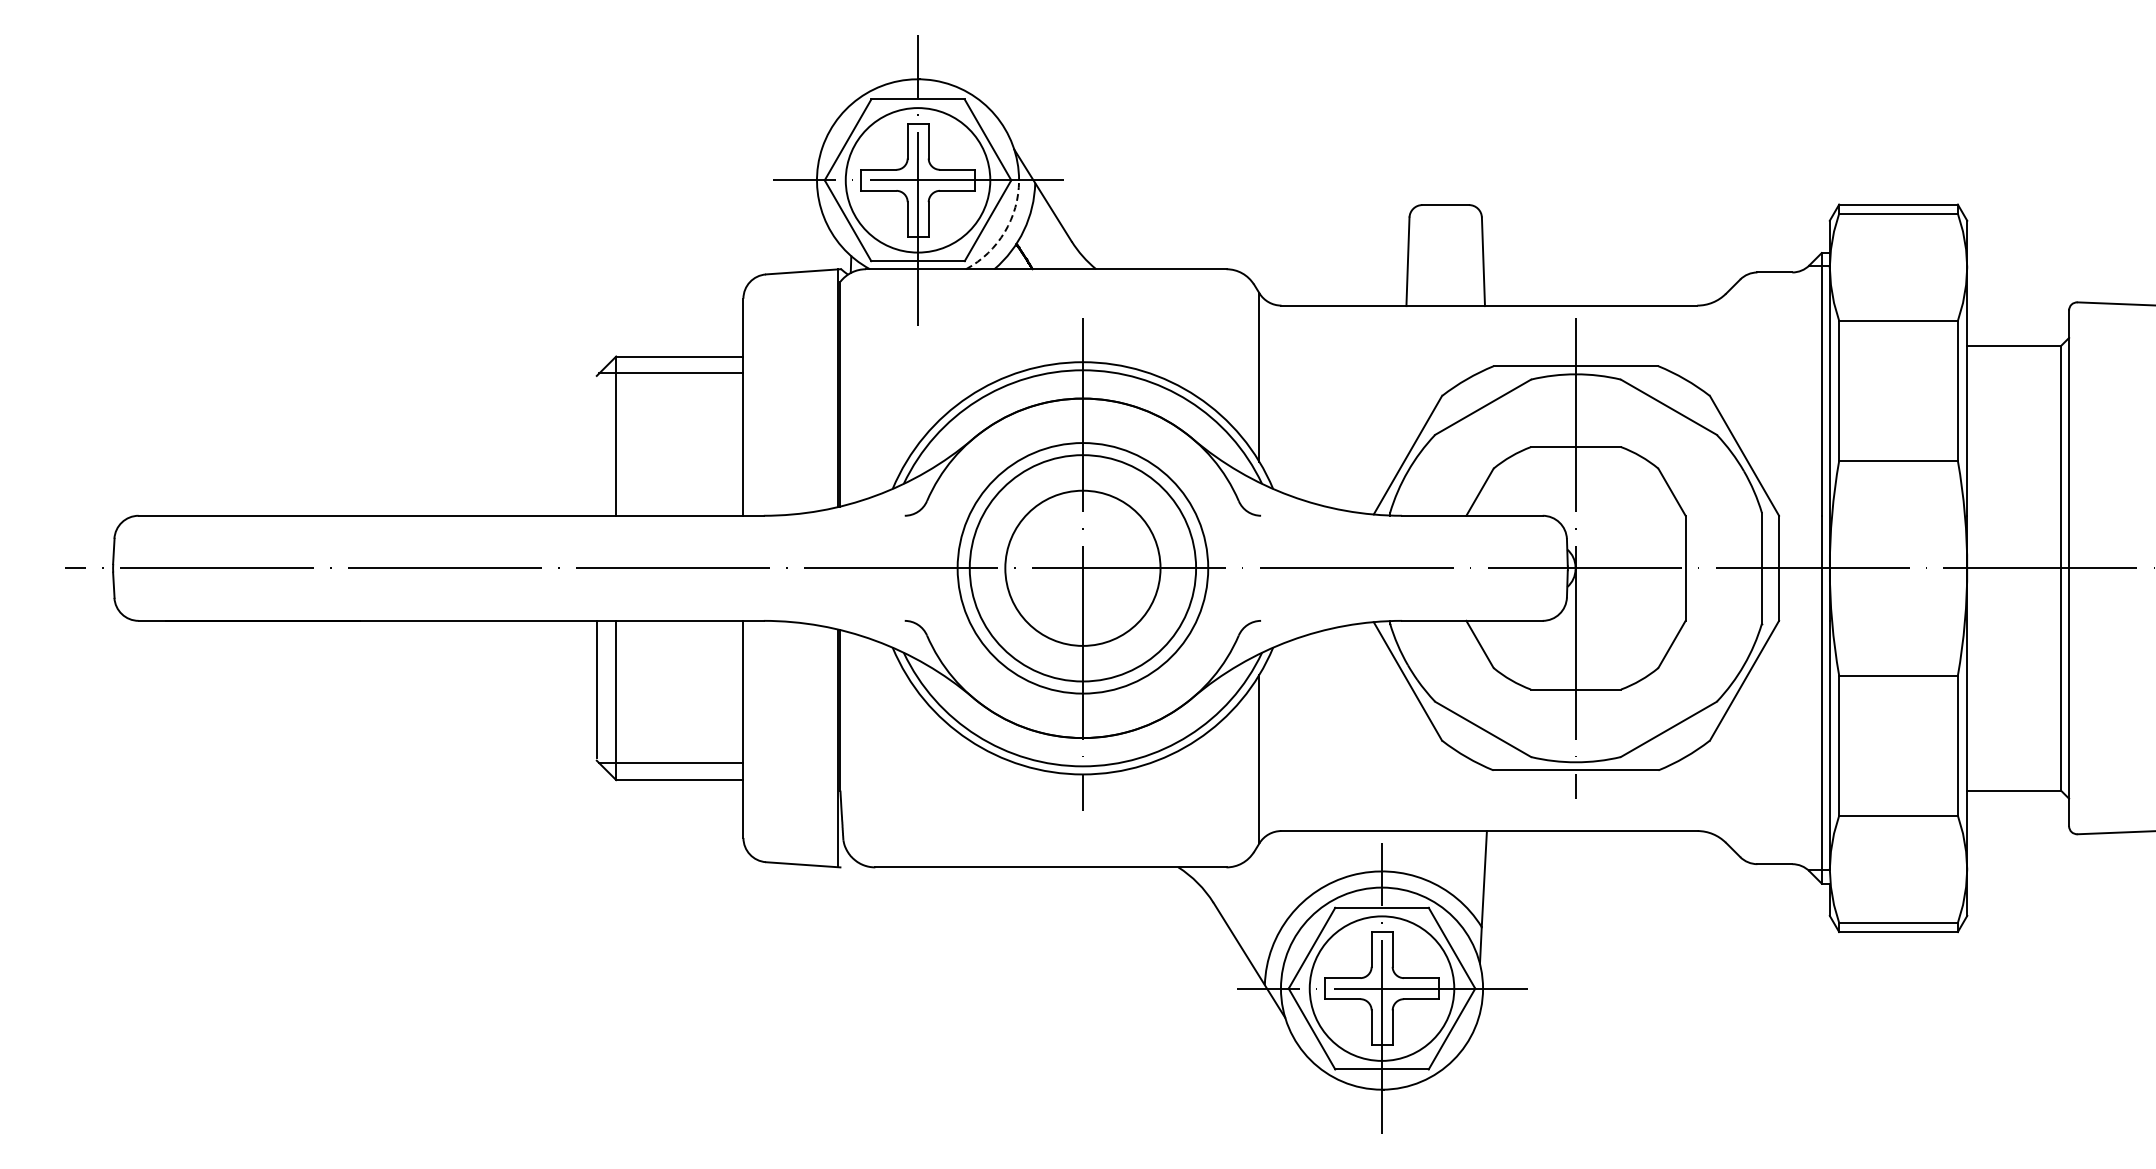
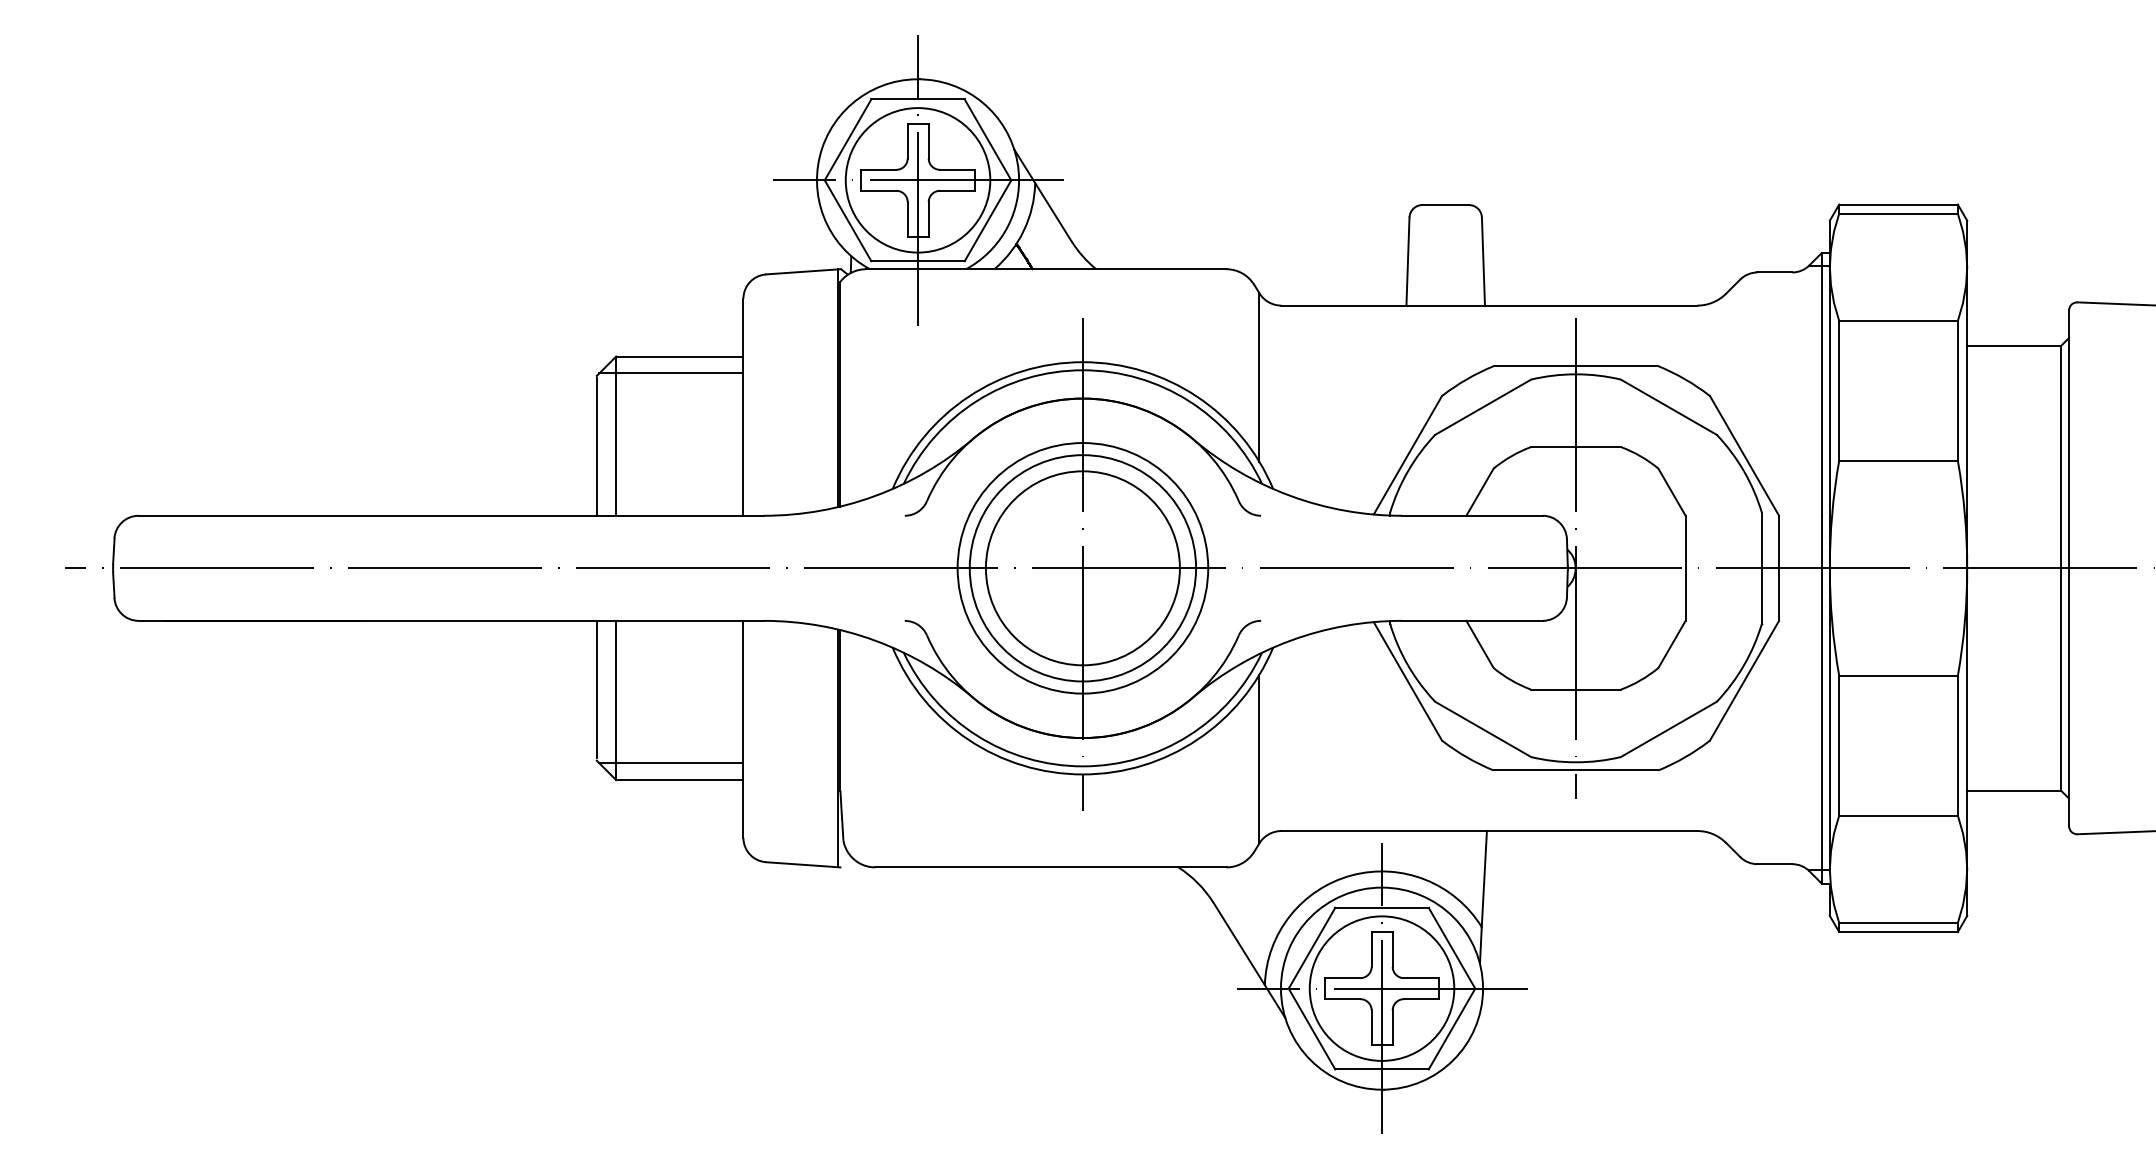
arc at (1004, 232): dashed -> solid
line at (596, 446): none -> present
circle at (1082, 567) diameter: 155 px -> 194 px
